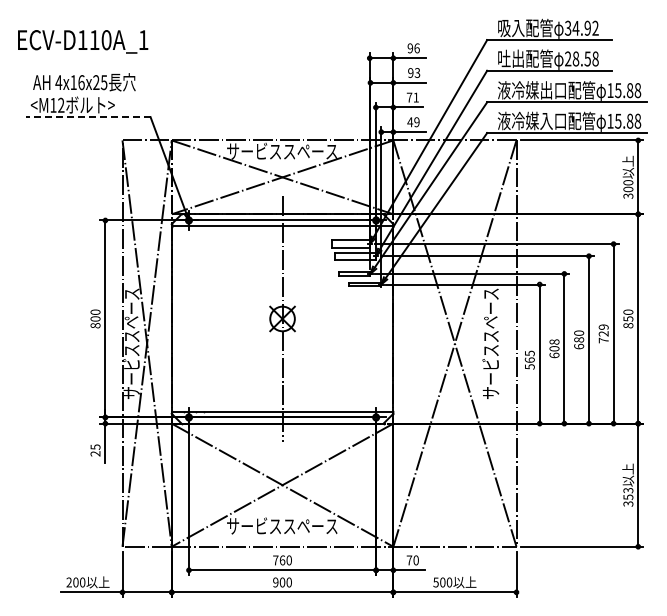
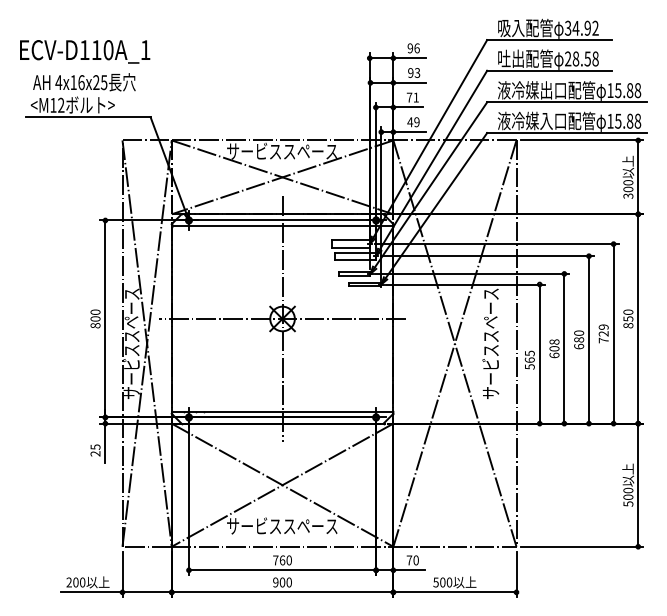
text at (83, 41) position: (83, 41) -> (85, 51)
line at (87, 117): dashed -> solid
line at (282, 318): none -> present
text at (628, 496): 353 -> 500
